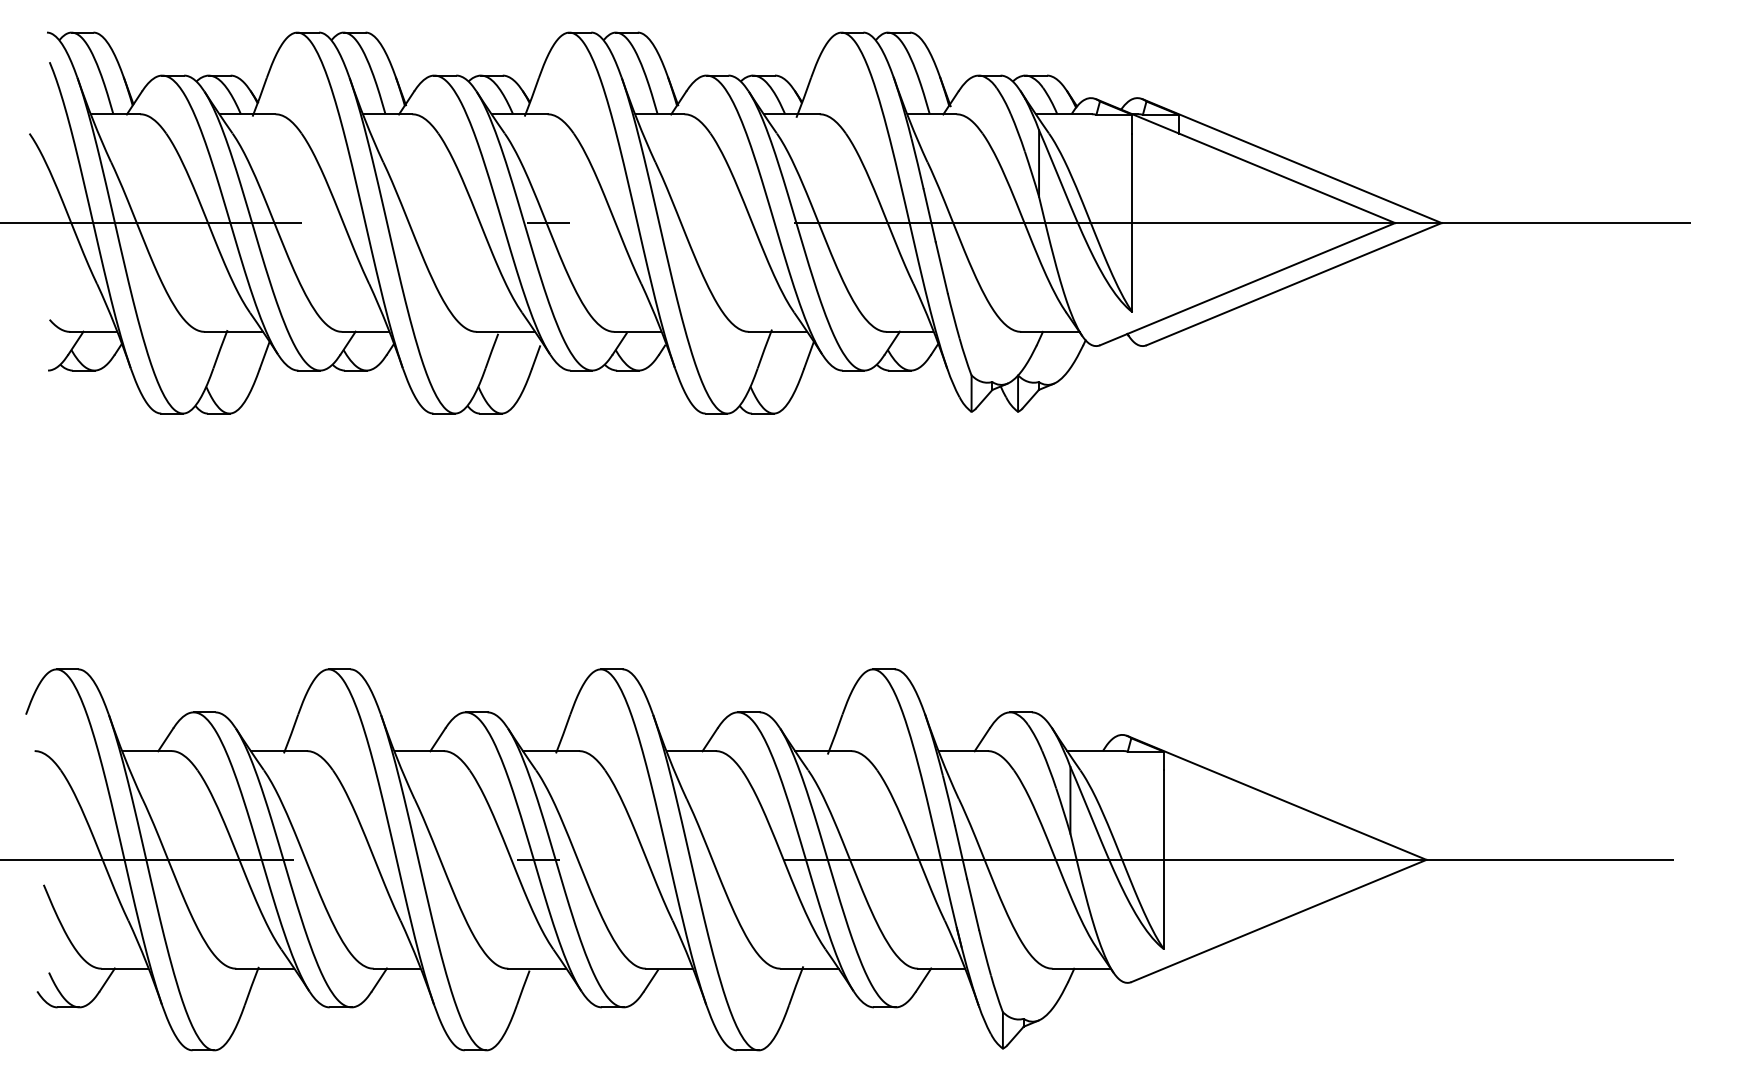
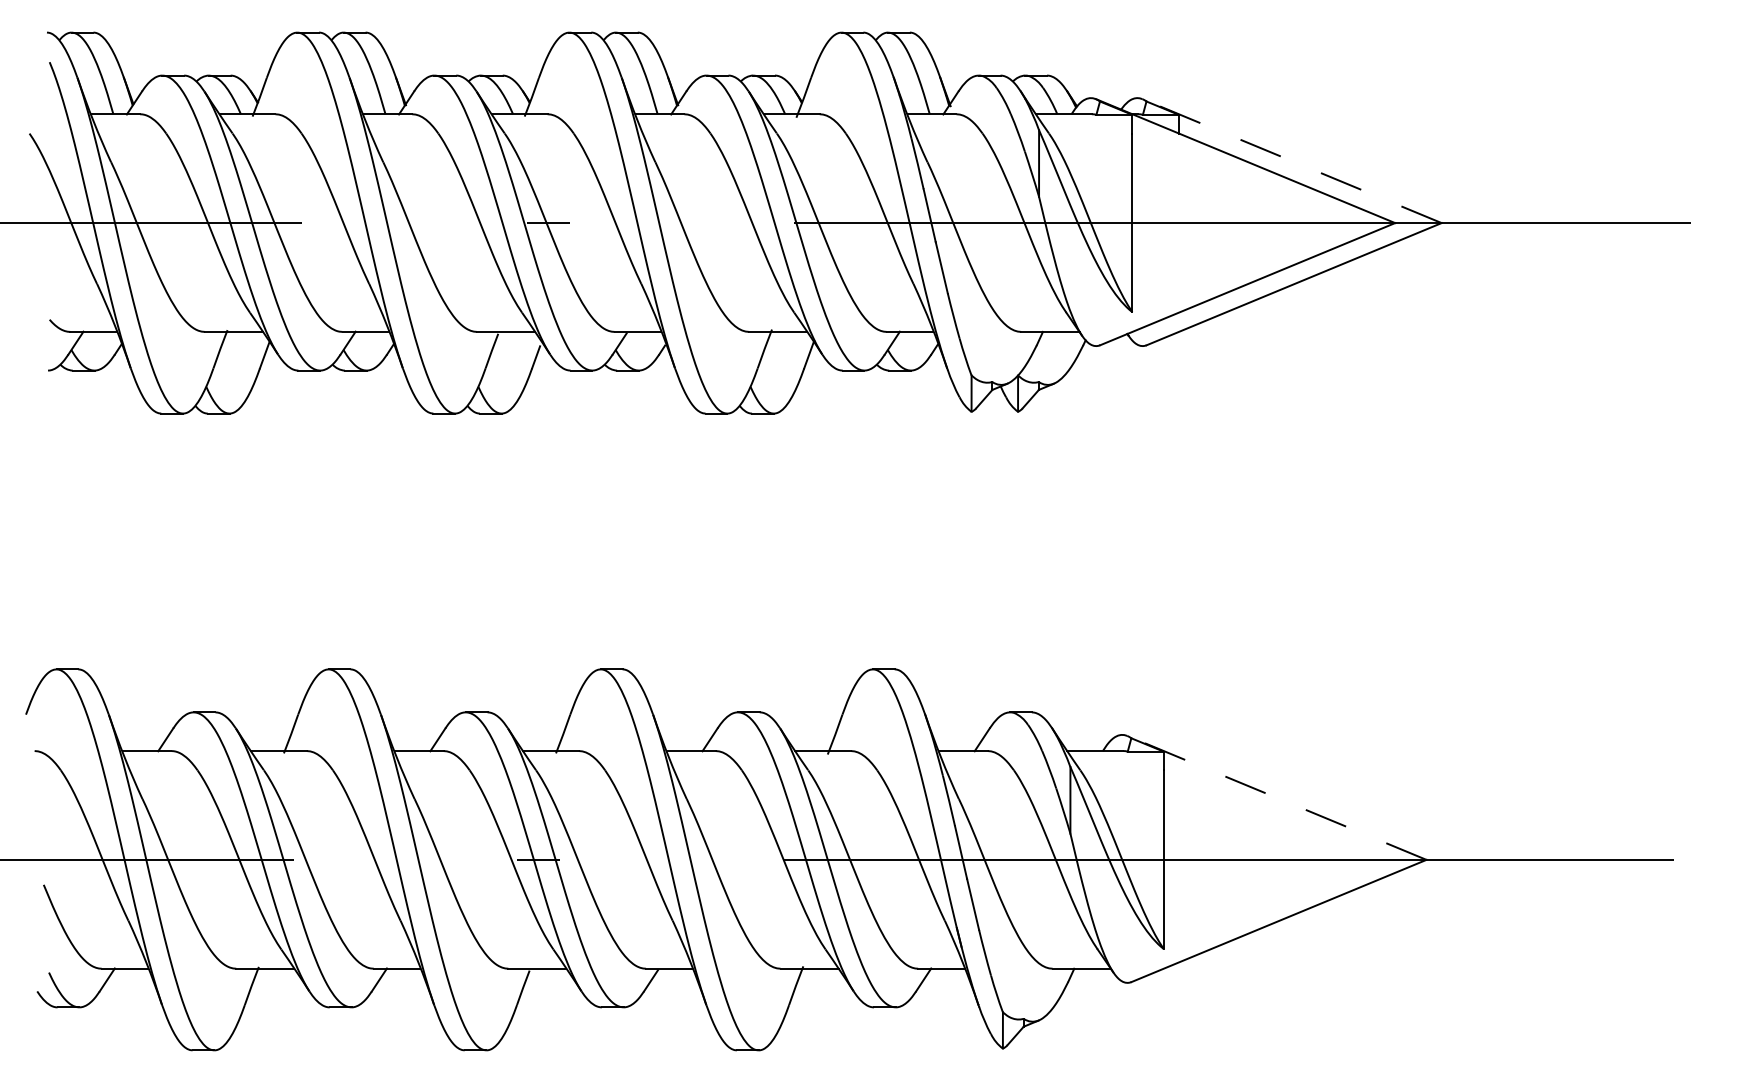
line at (1292, 161): solid -> dashed
line at (1276, 797): solid -> dashed
